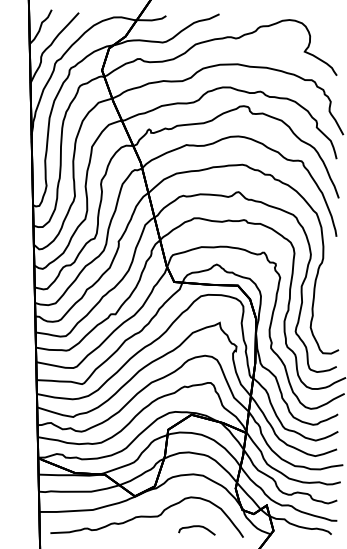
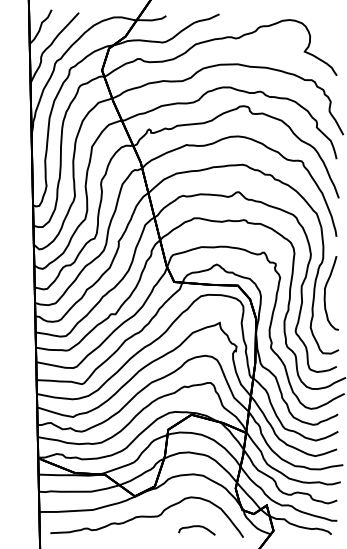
curve at (325, 293): none -> present
